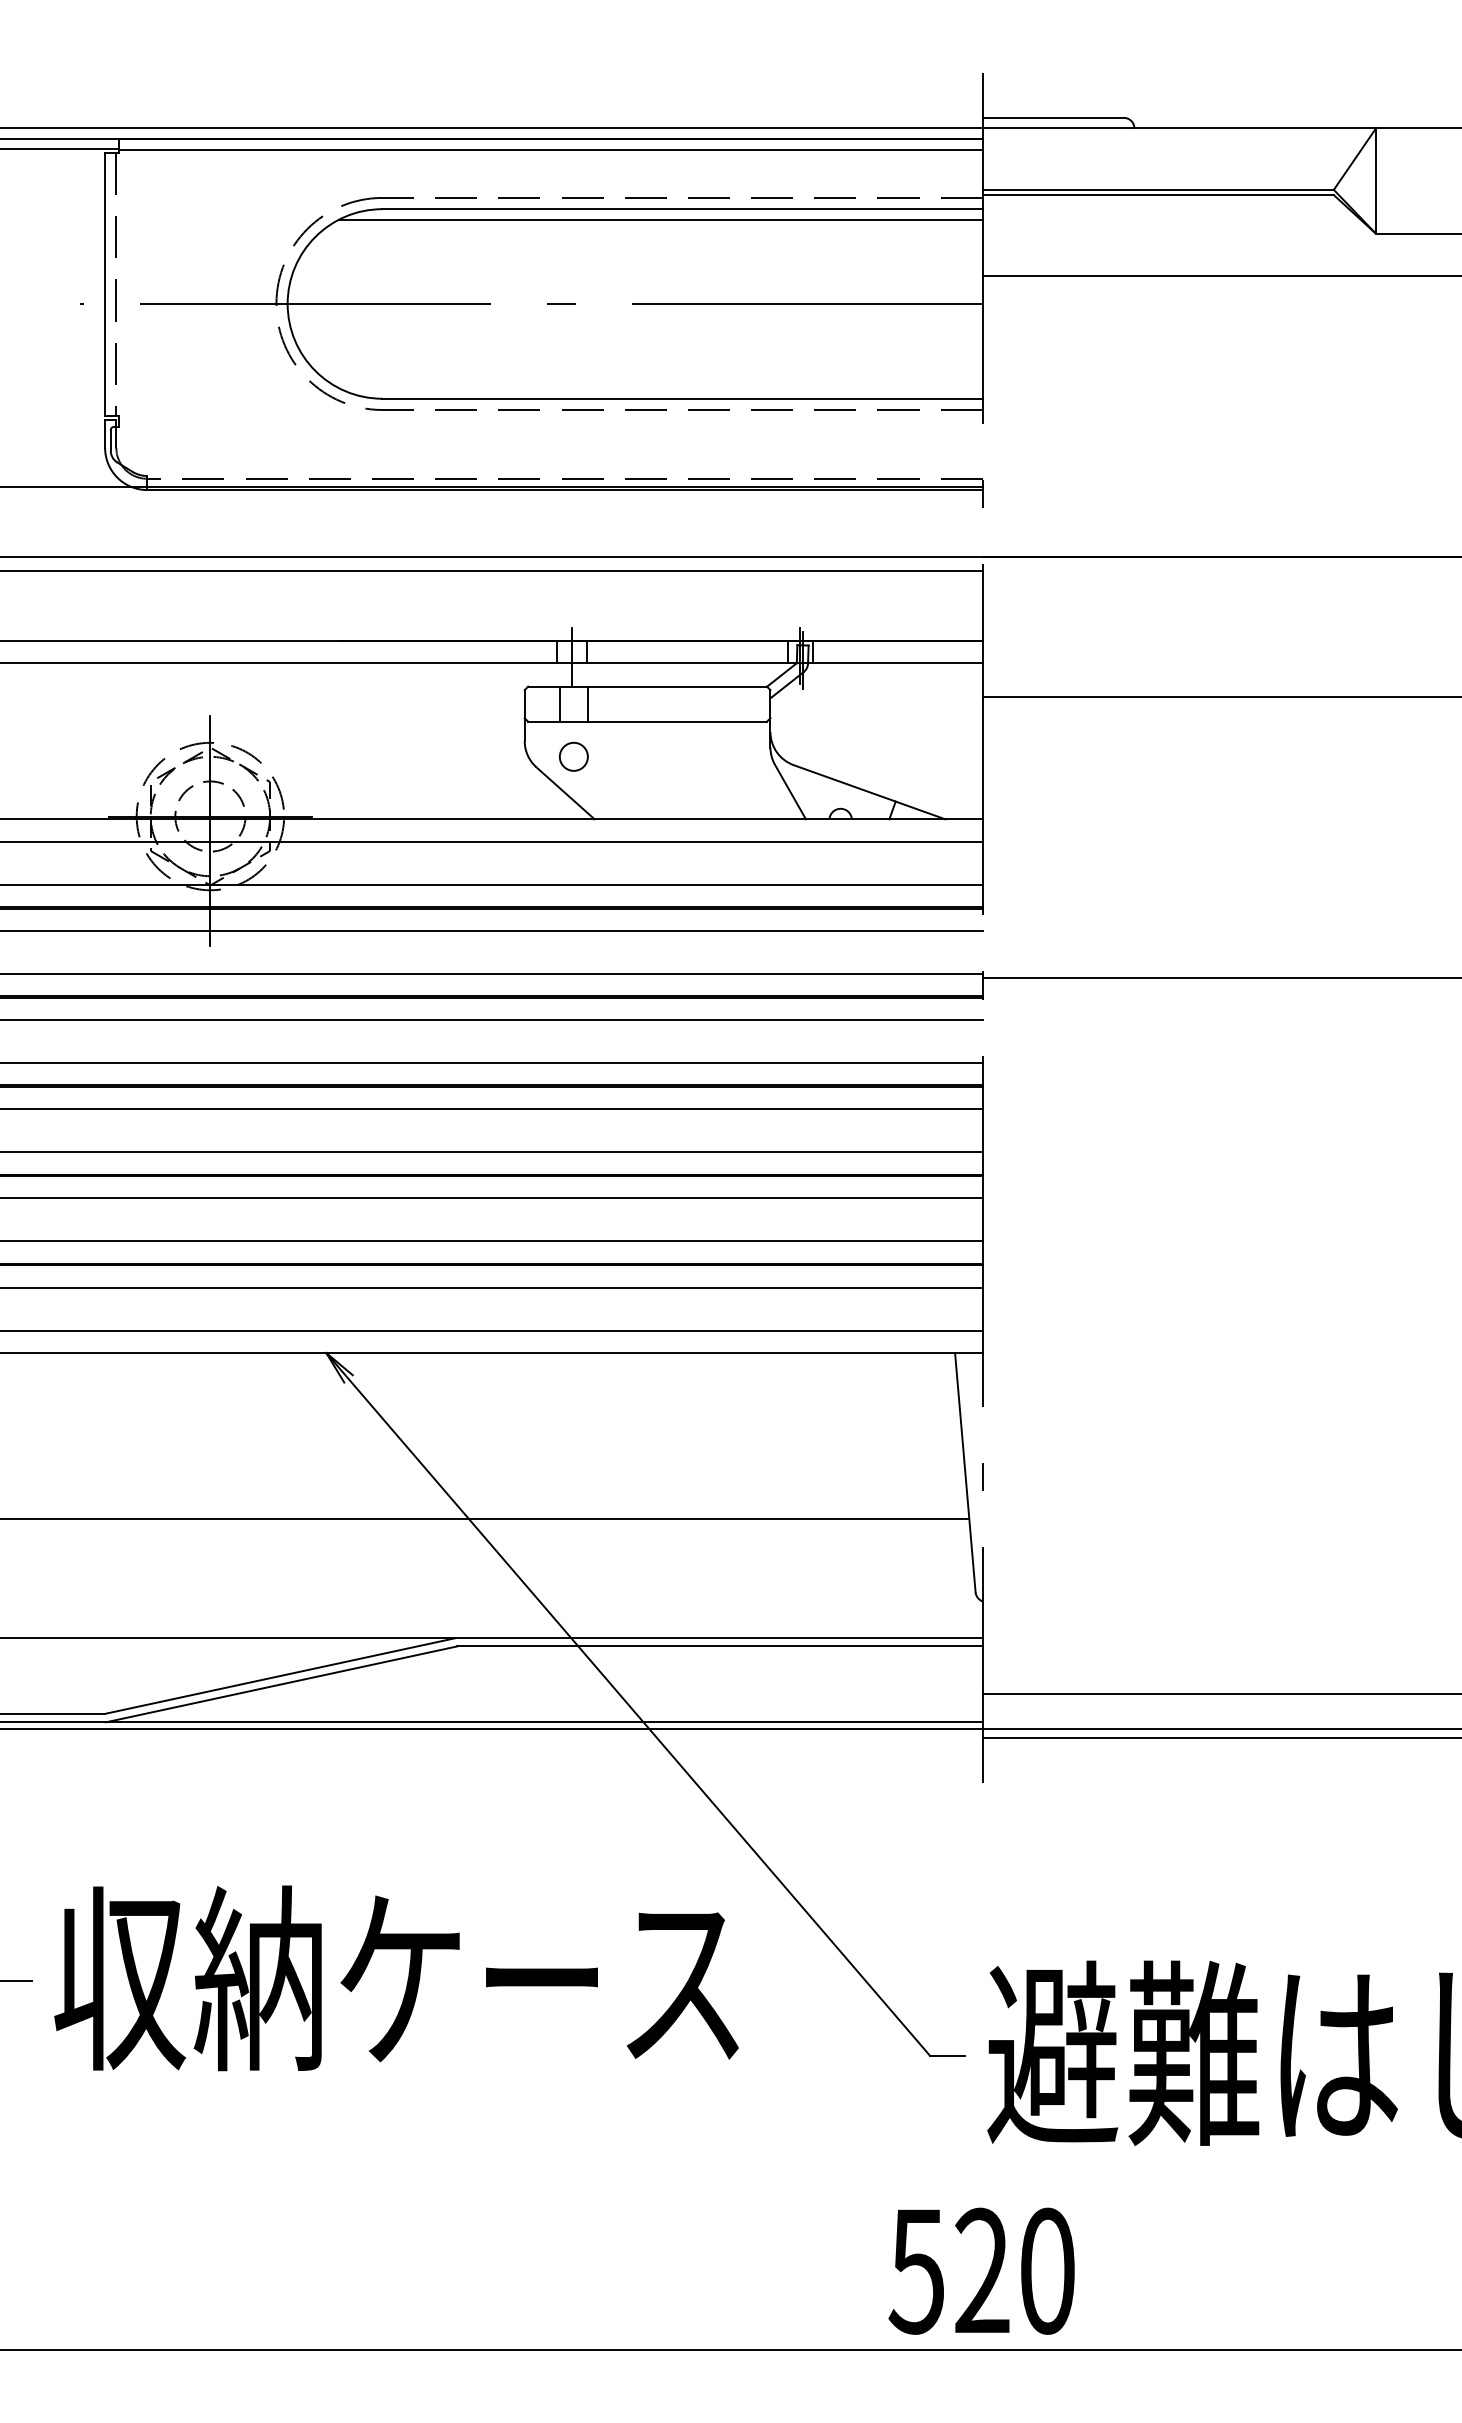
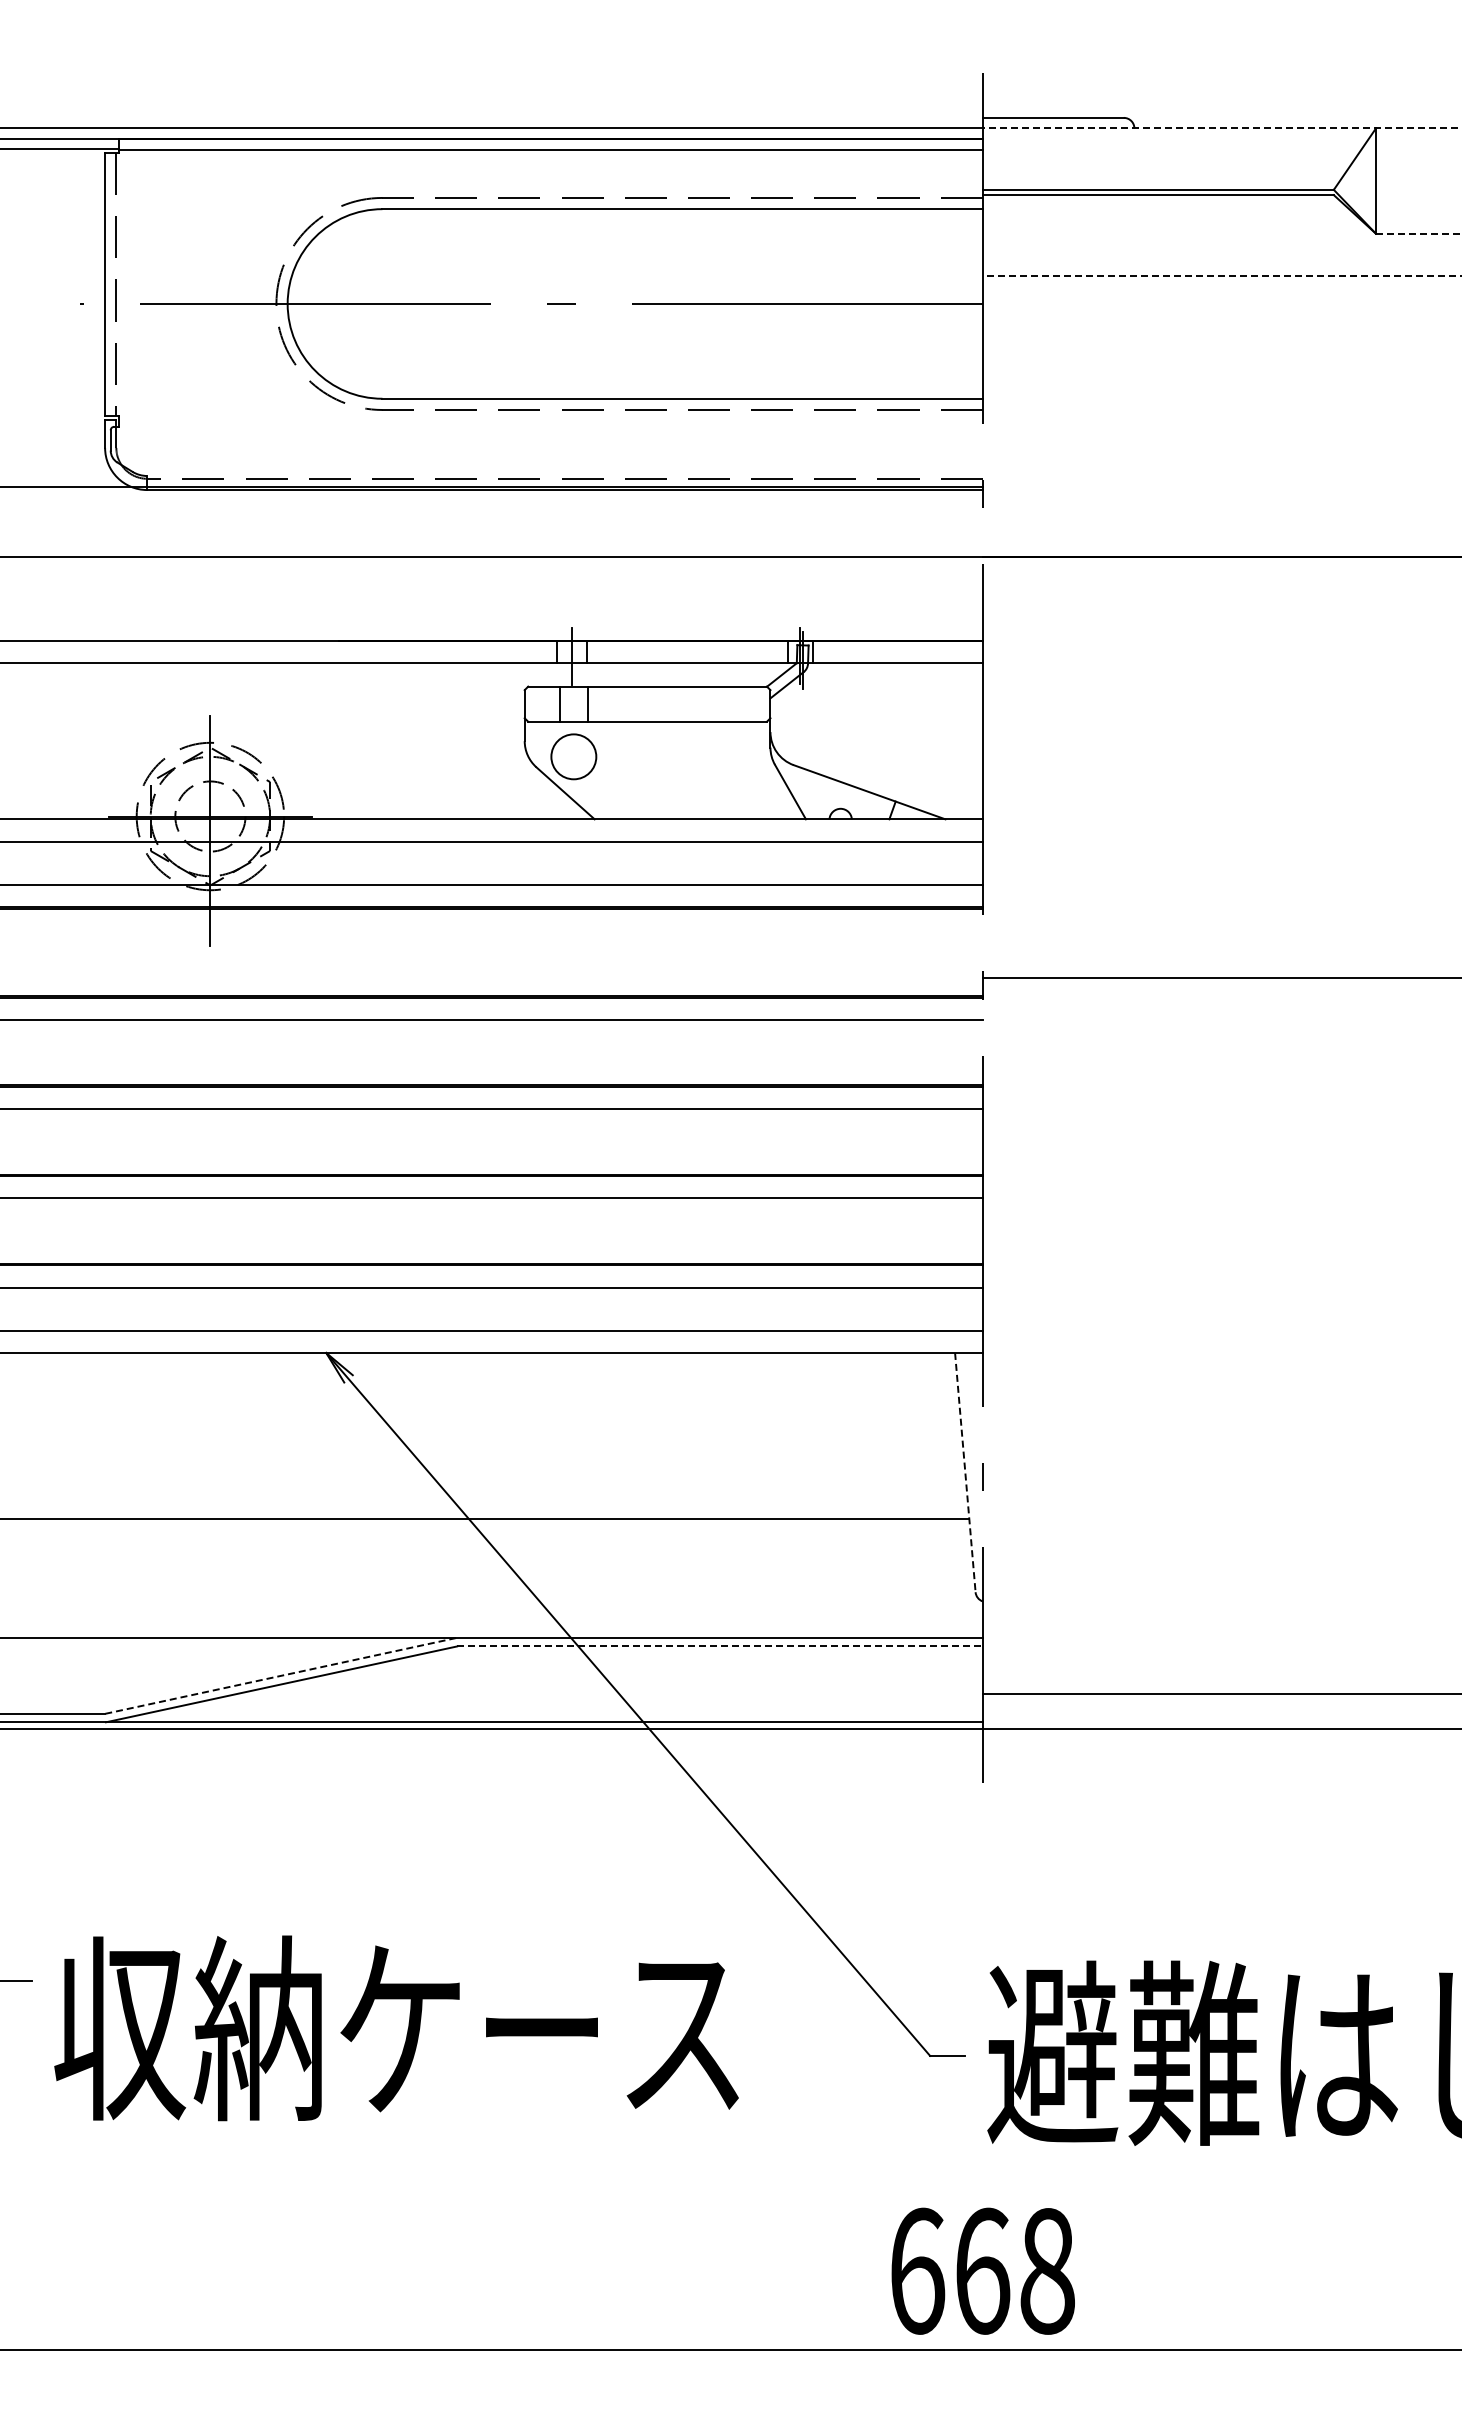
line at (1221, 128): solid -> dashed
line at (660, 219): present -> none
line at (1418, 233): solid -> dashed
line at (1221, 275): solid -> dashed
line at (492, 570): present -> none
line at (1220, 697): present -> none
circle at (573, 756) diameter: 28 px -> 45 px
line at (492, 930): present -> none
line at (492, 973): present -> none
line at (492, 1062): present -> none
line at (492, 1152): present -> none
line at (492, 1241): present -> none
line at (965, 1473): solid -> dashed
line at (719, 1646): solid -> dashed
line at (280, 1675): solid -> dashed
line at (1220, 1737): present -> none
text at (396, 1978) position: (396, 1978) -> (396, 2028)
text at (981, 2270): 520 -> 668
